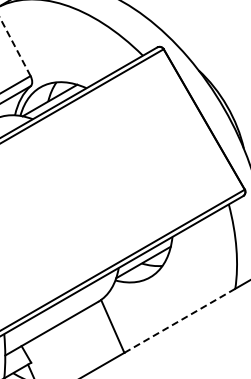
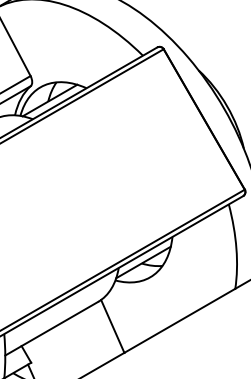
line at (15, 46): dashed -> solid
line at (180, 320): dashed -> solid
